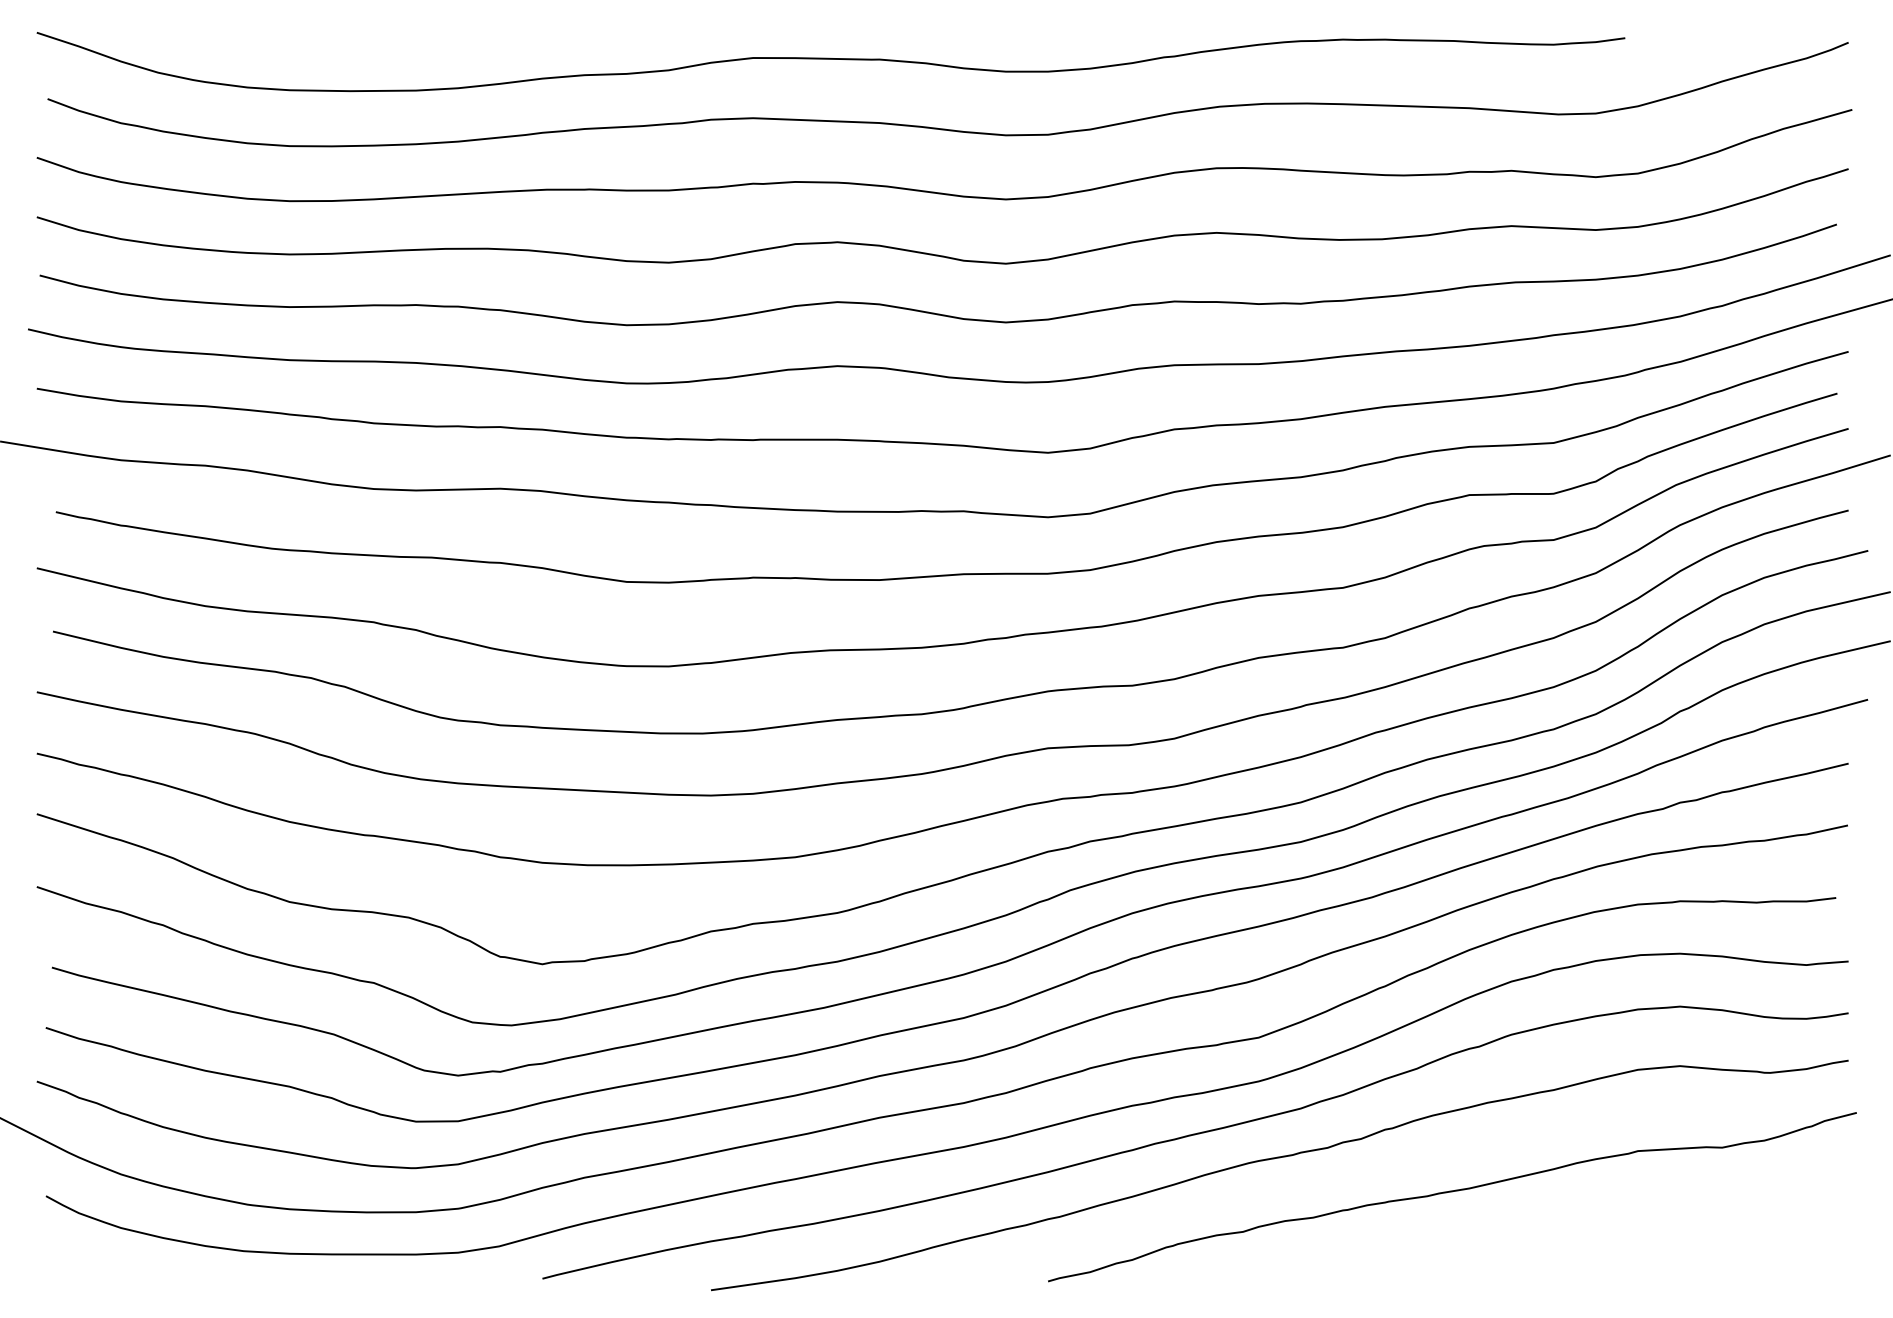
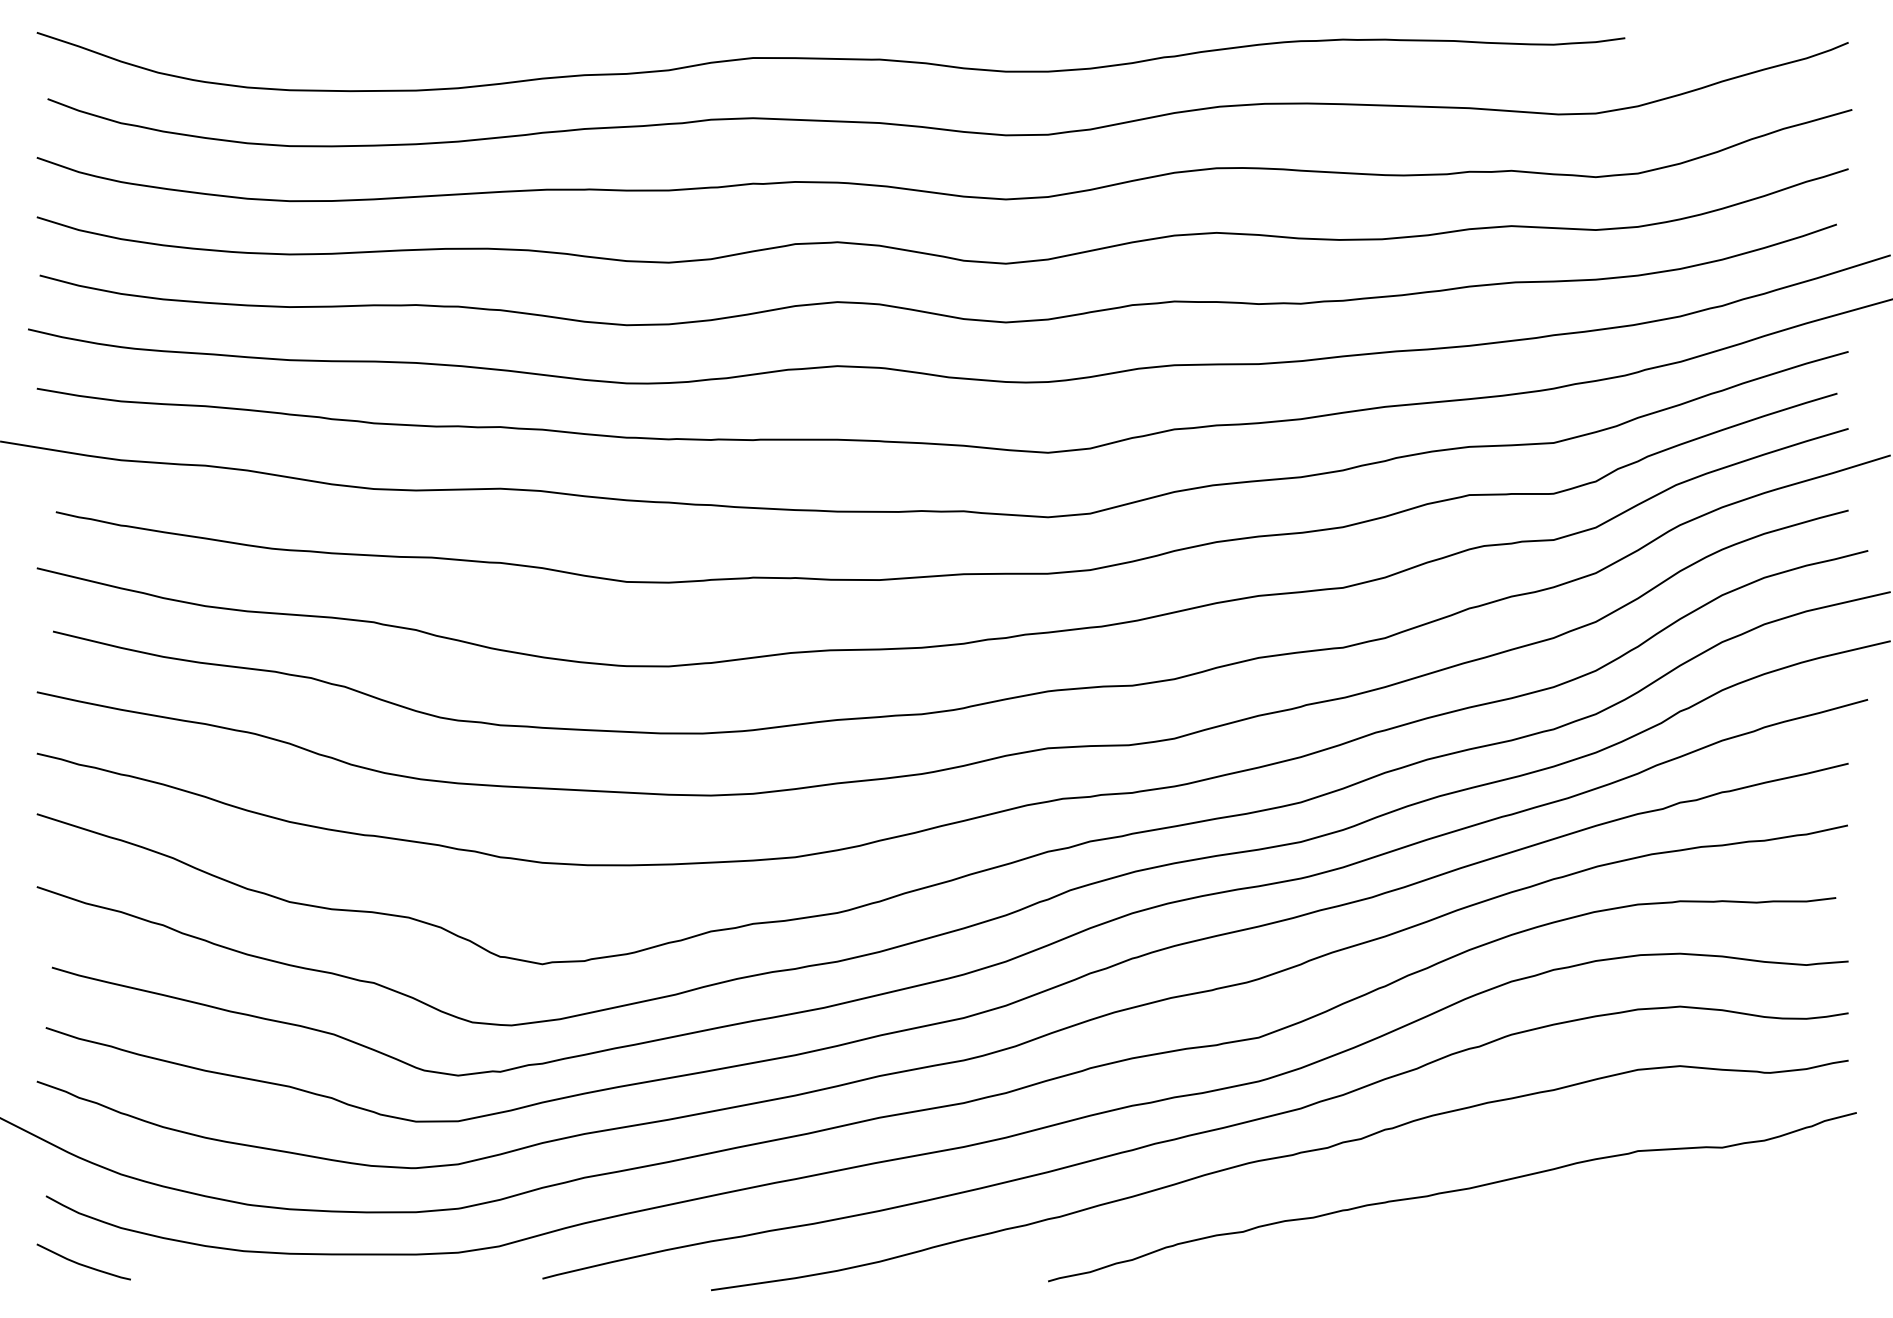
curve at (81, 1263): none -> present
